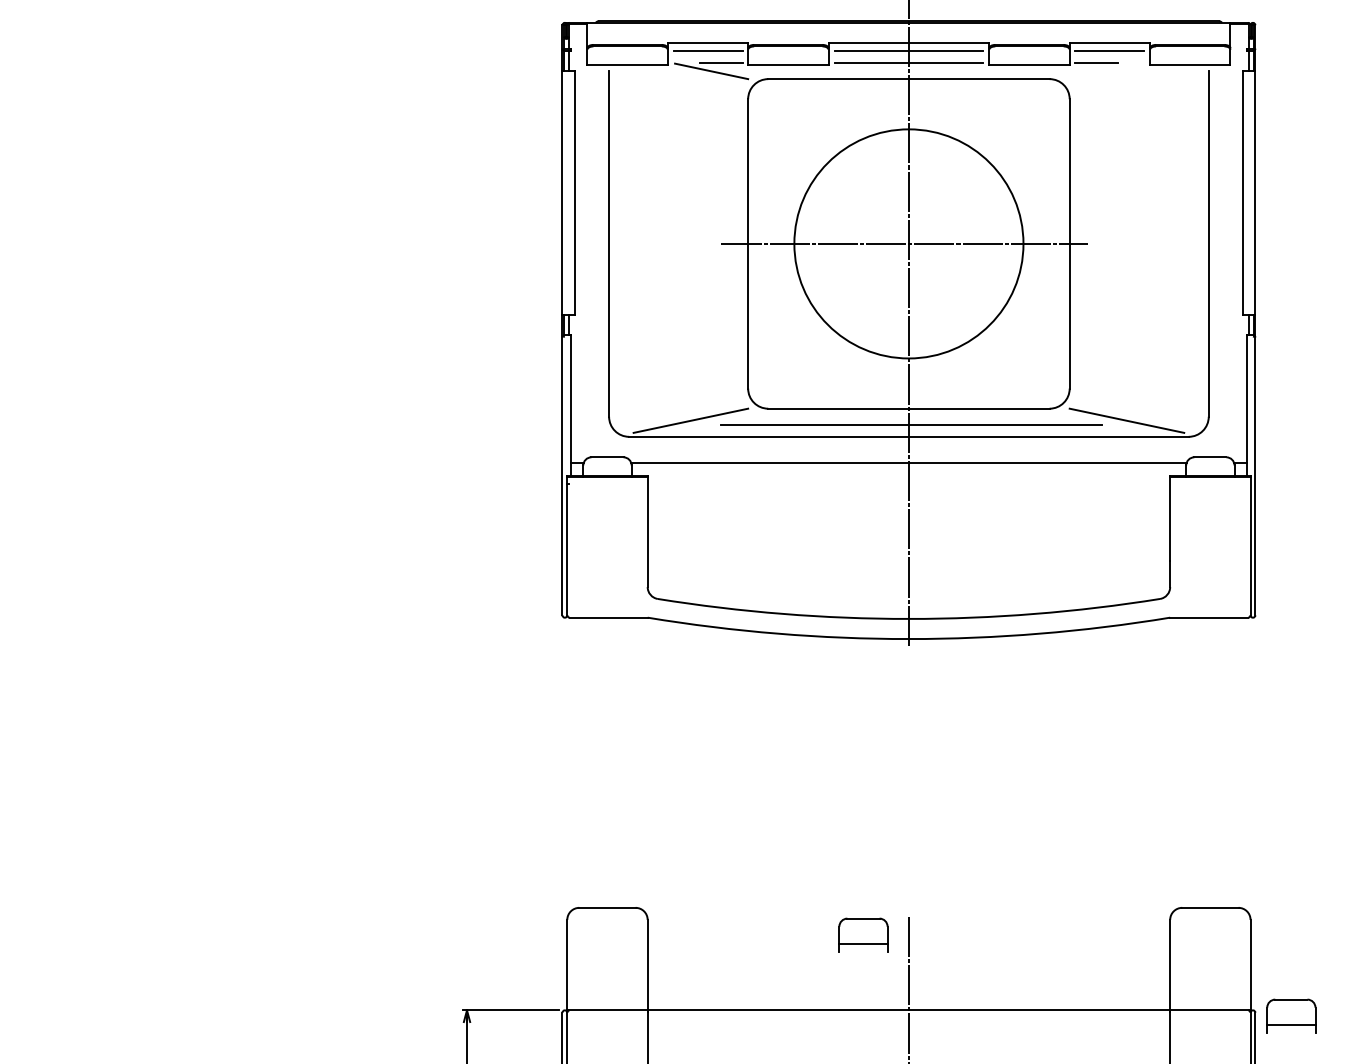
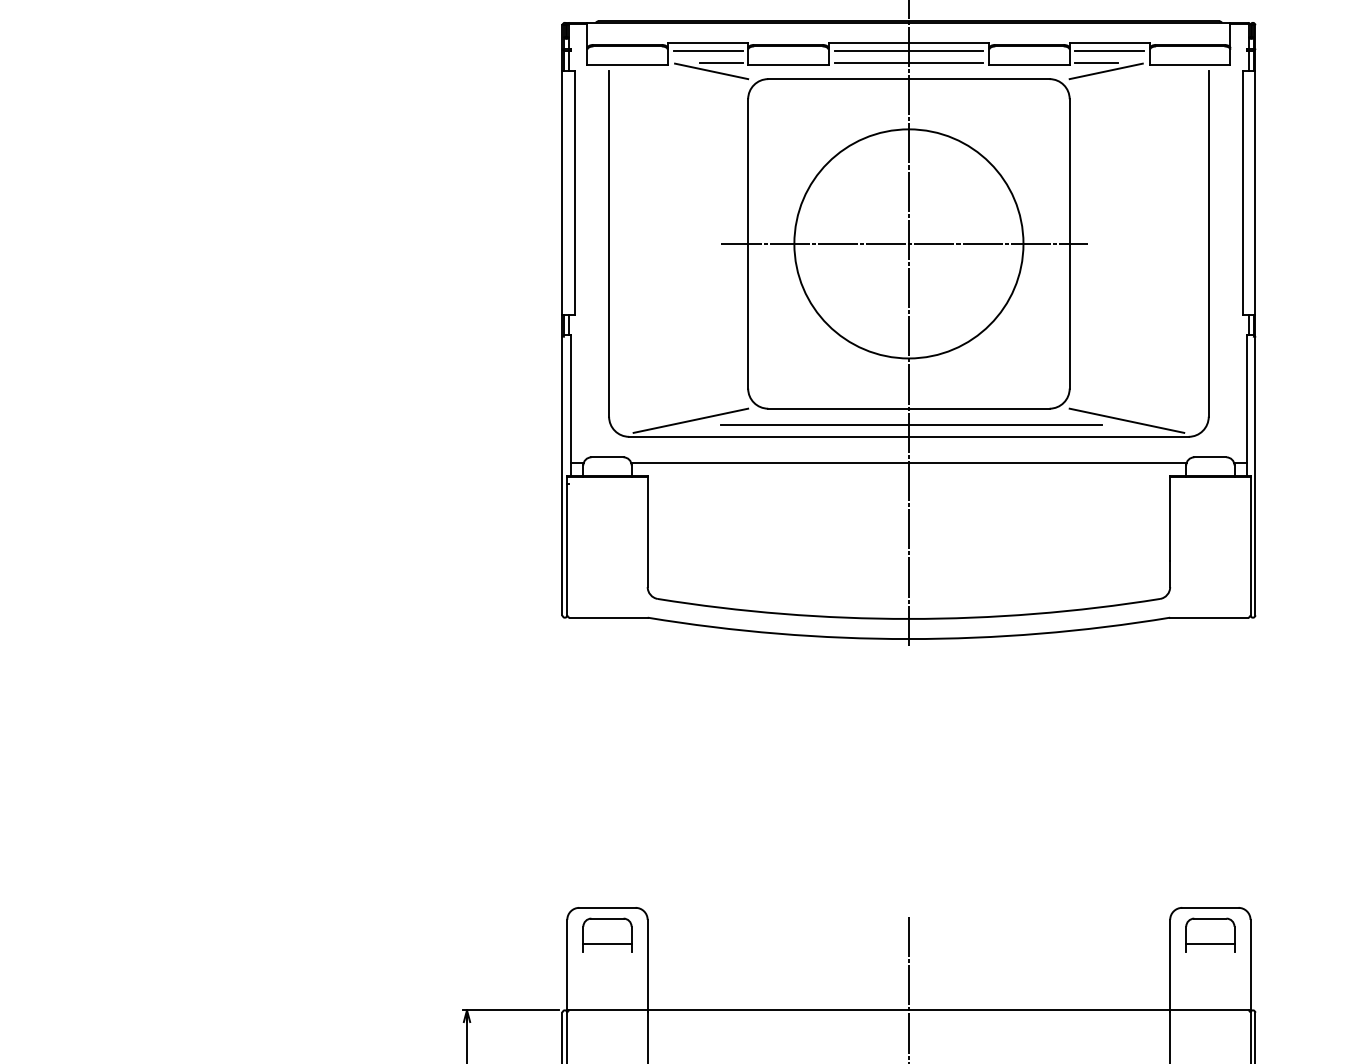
line at (1105, 71): none -> present
part at (863, 934) position: (863, 934) -> (607, 934)
part at (1291, 1015) position: (1291, 1015) -> (1210, 934)
